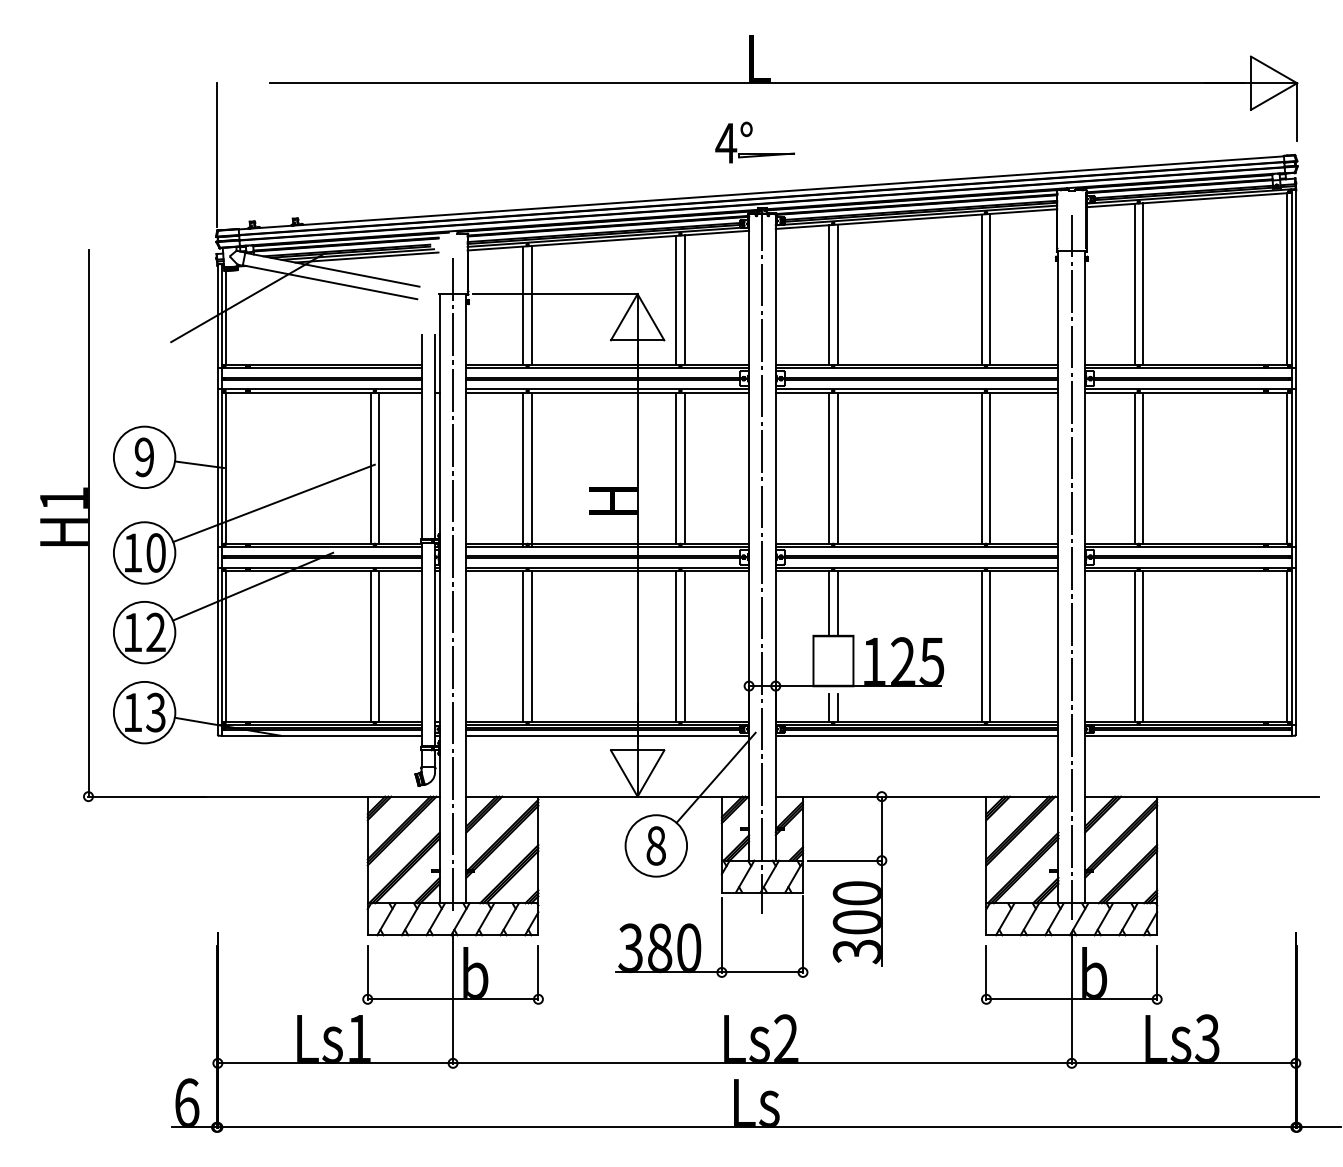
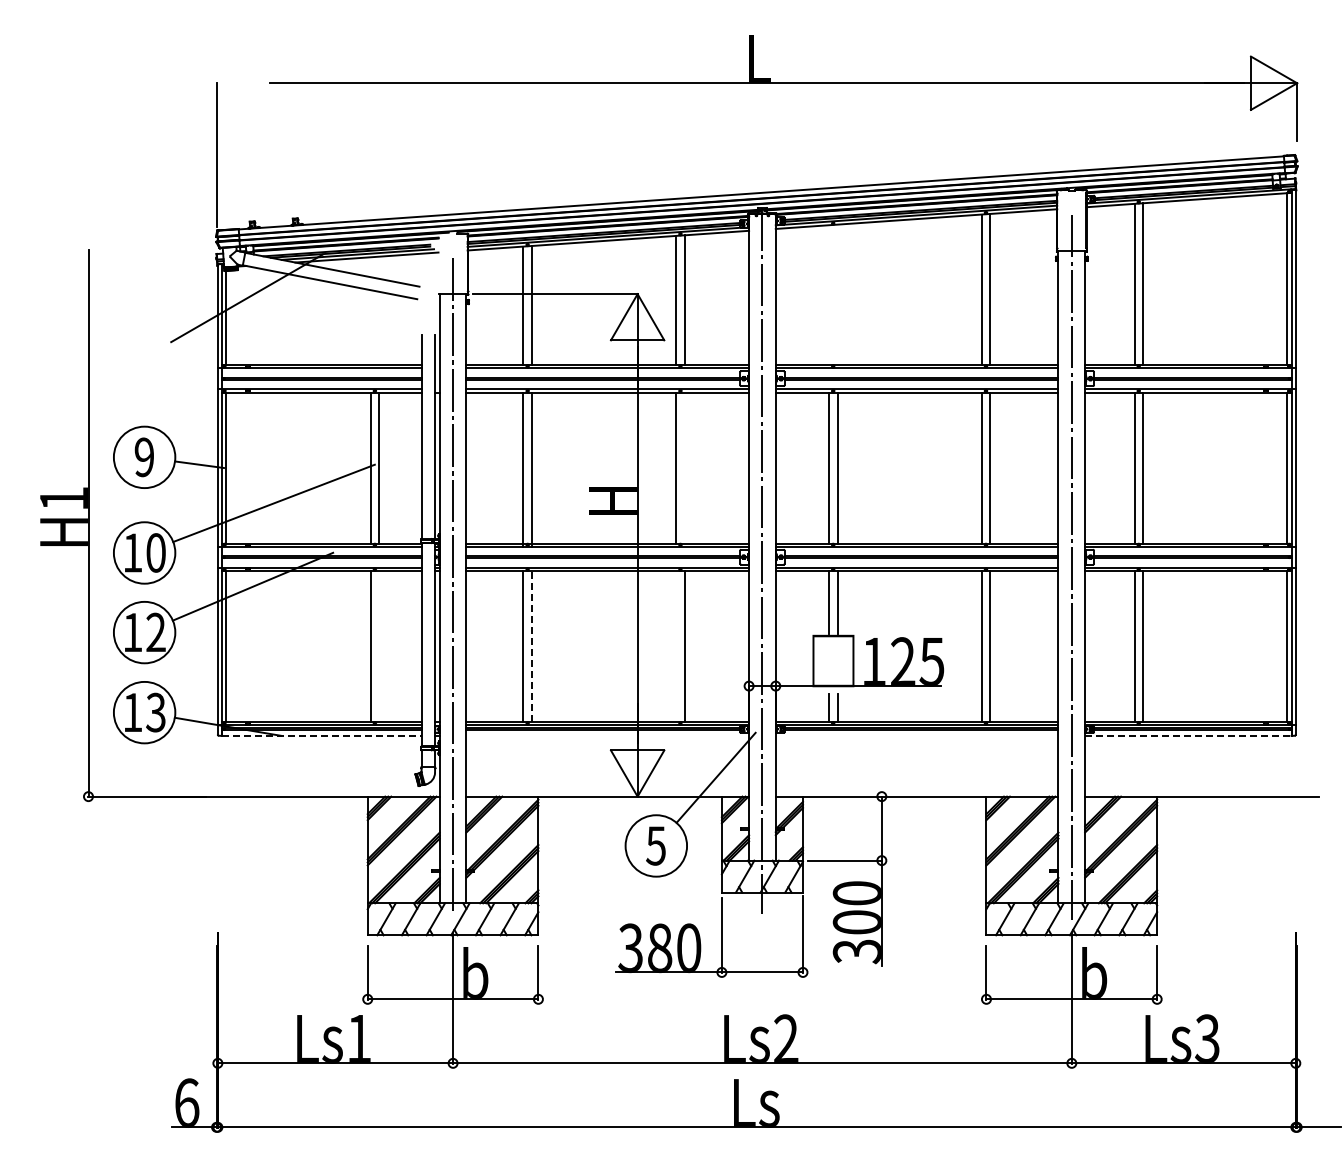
part at (749, 136): present -> none
line at (828, 294): present -> none
line at (837, 294): present -> none
line at (684, 467): present -> none
line at (379, 646): present -> none
line at (531, 646): solid -> dashed
line at (676, 646): present -> none
line at (322, 735): solid -> dashed
line at (607, 735): present -> none
line at (916, 735): present -> none
line at (1188, 735): solid -> dashed
text at (655, 845): 8 -> 5
